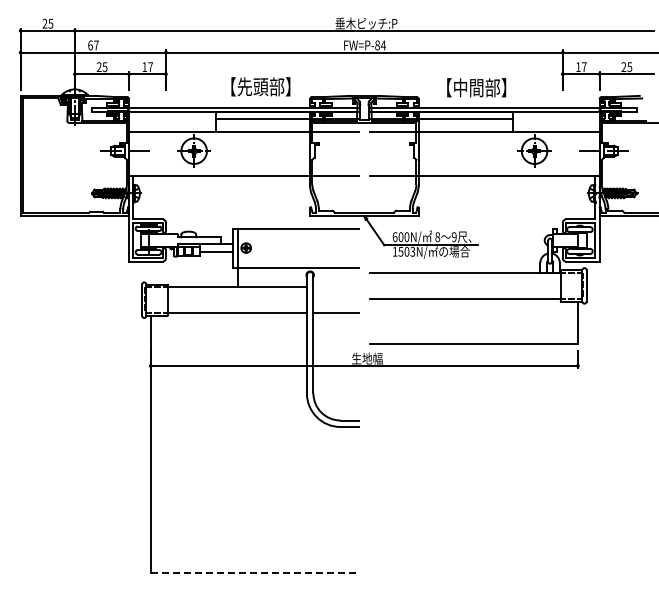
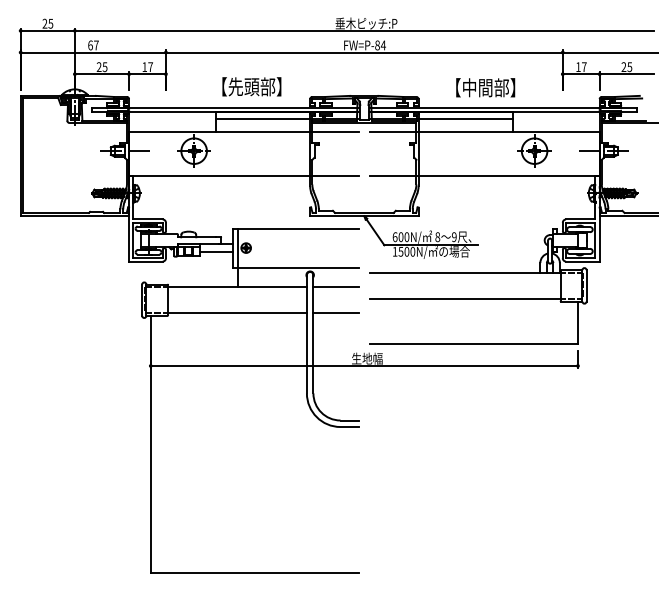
text at (260, 86) position: (260, 86) -> (251, 86)
text at (476, 87) position: (476, 87) -> (485, 87)
text at (412, 251): 1503N/ -> 1500N/
line at (335, 287): none -> present
line at (255, 573): dashed -> solid
